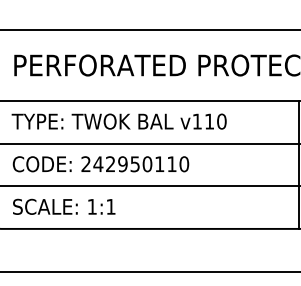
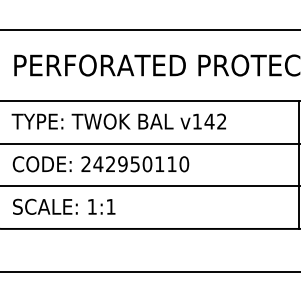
text at (215, 121): v110 -> v142
